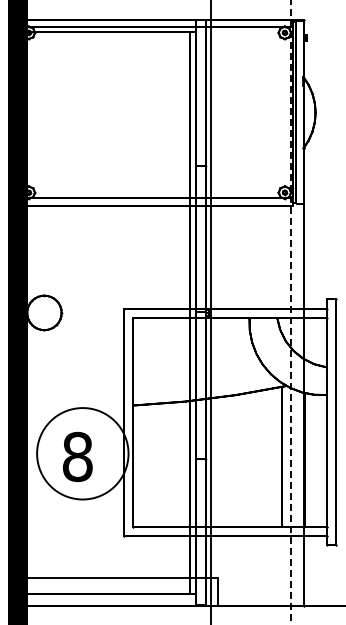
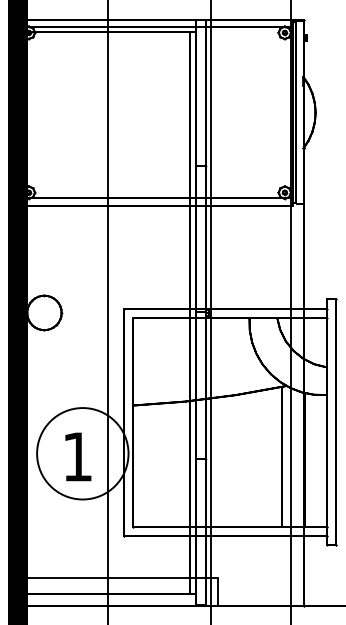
line at (108, 311): none -> present
line at (291, 312): dashed -> solid
text at (77, 456): 8 -> 1
